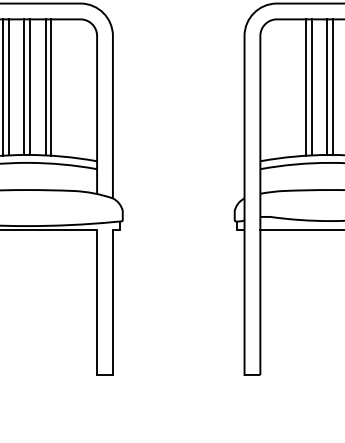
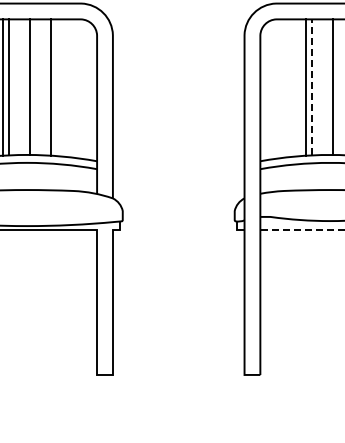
line at (24, 86): present -> none
line at (311, 86): solid -> dashed
line at (327, 86): present -> none
line at (45, 87): present -> none
line at (302, 229): solid -> dashed
